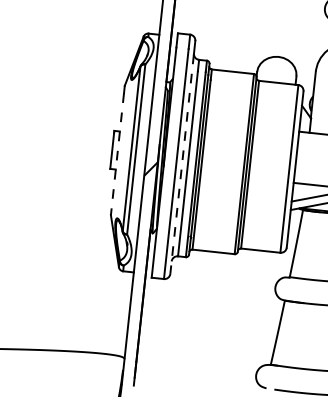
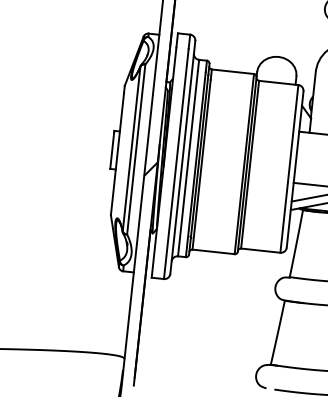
line at (117, 154): dashed -> solid
line at (182, 164): dashed -> solid
